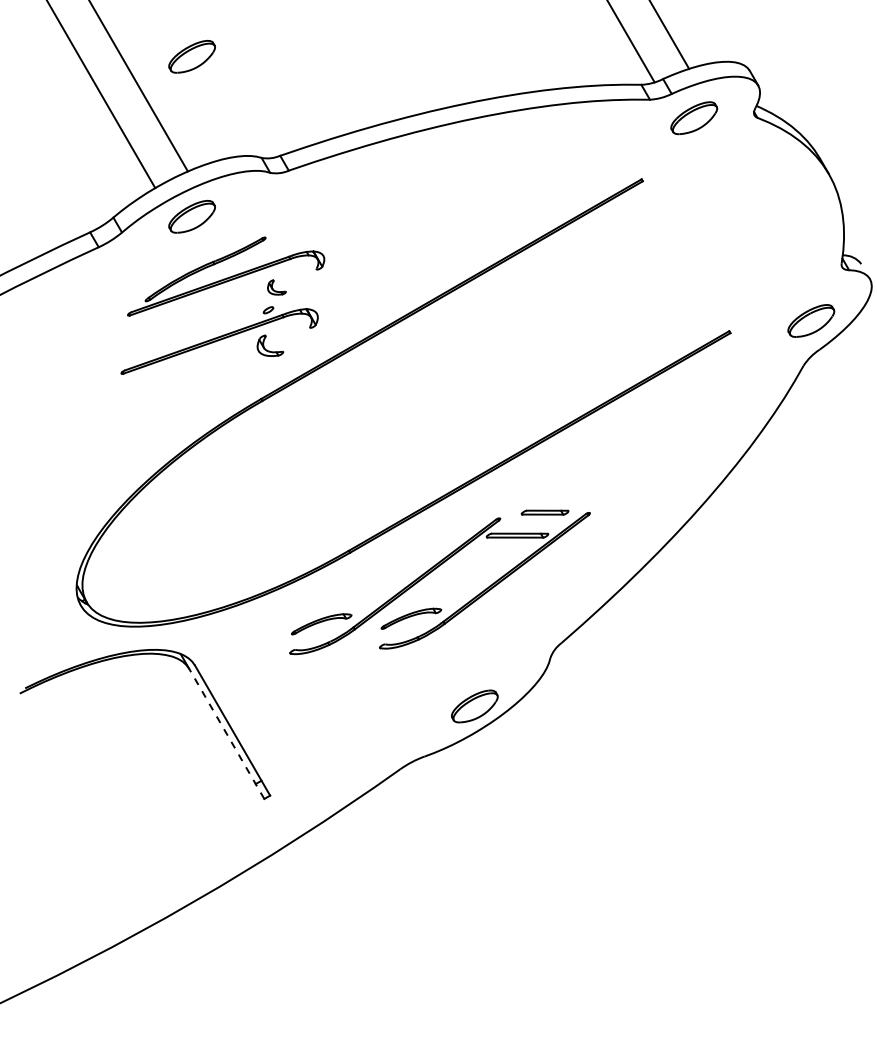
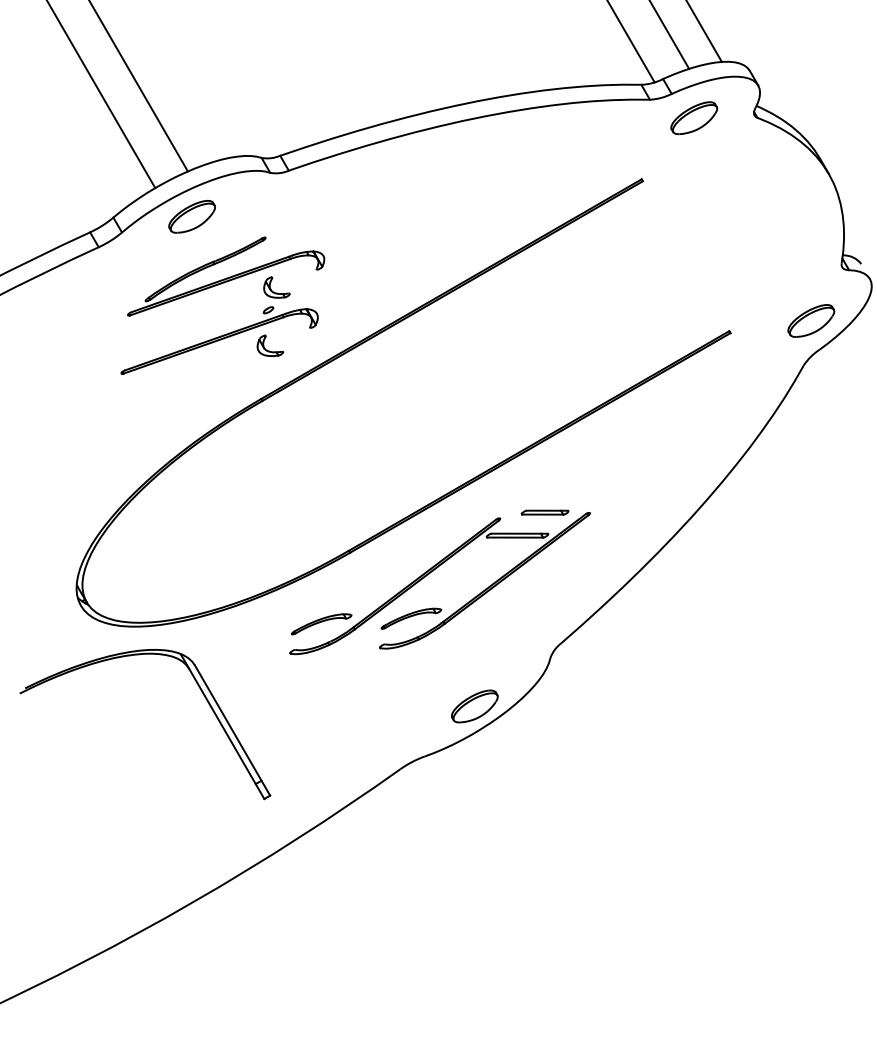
line at (704, 31): none -> present
part at (191, 56): present -> none
part at (276, 287) size: 20x17 px -> 28x23 px
line at (226, 733): dashed -> solid
